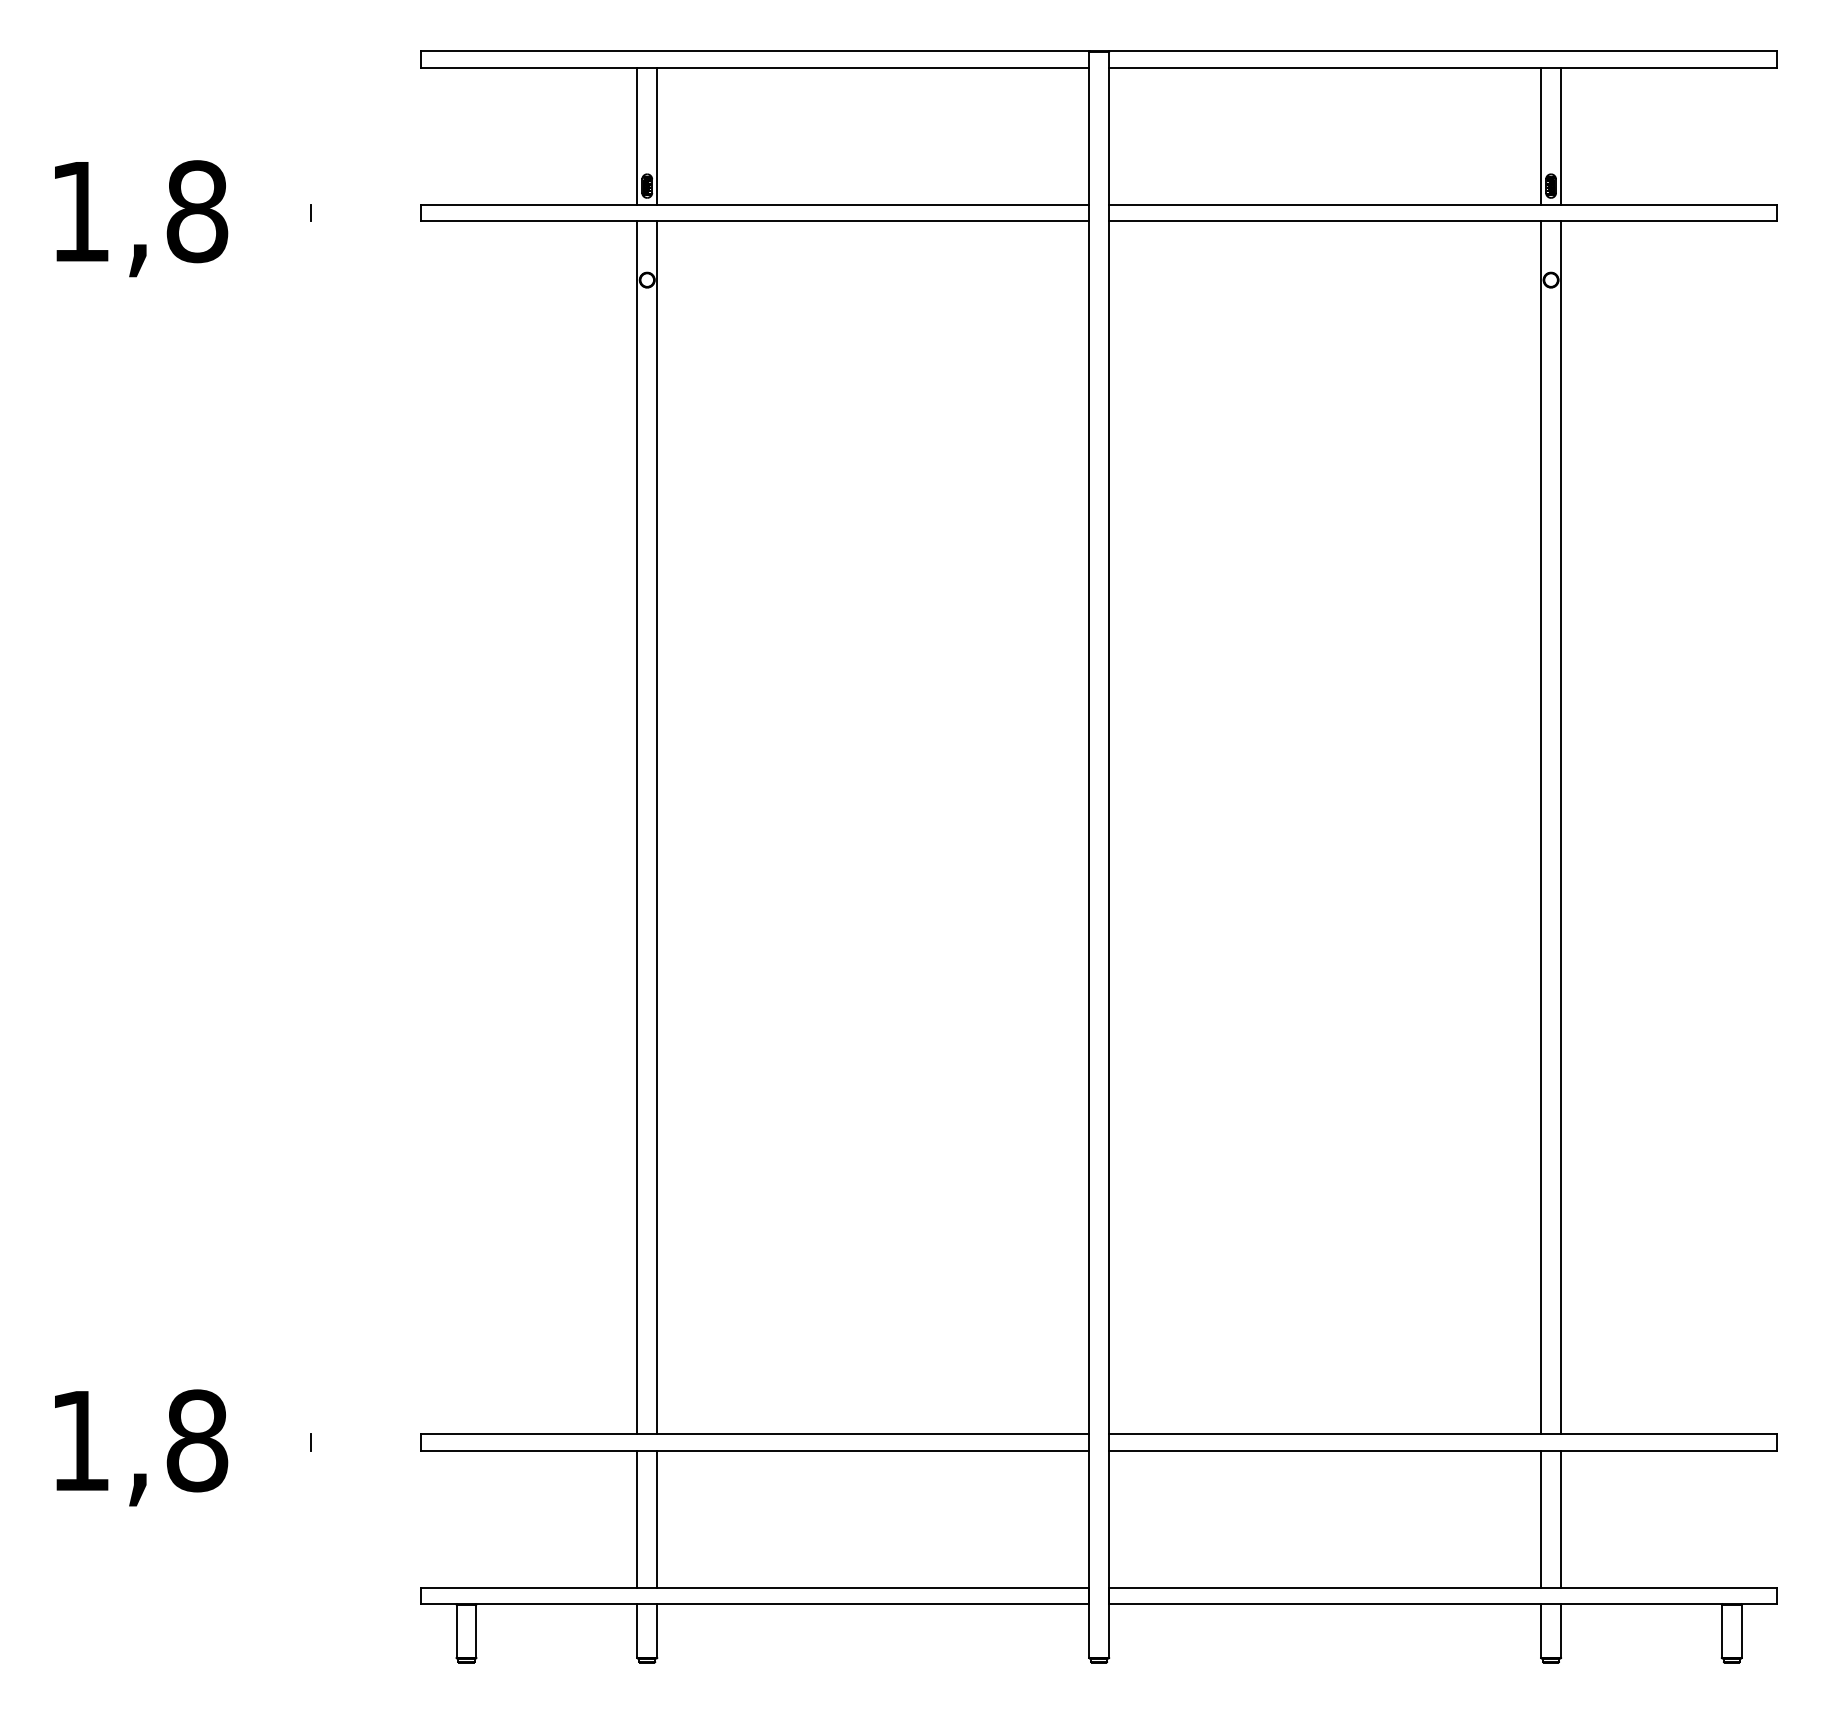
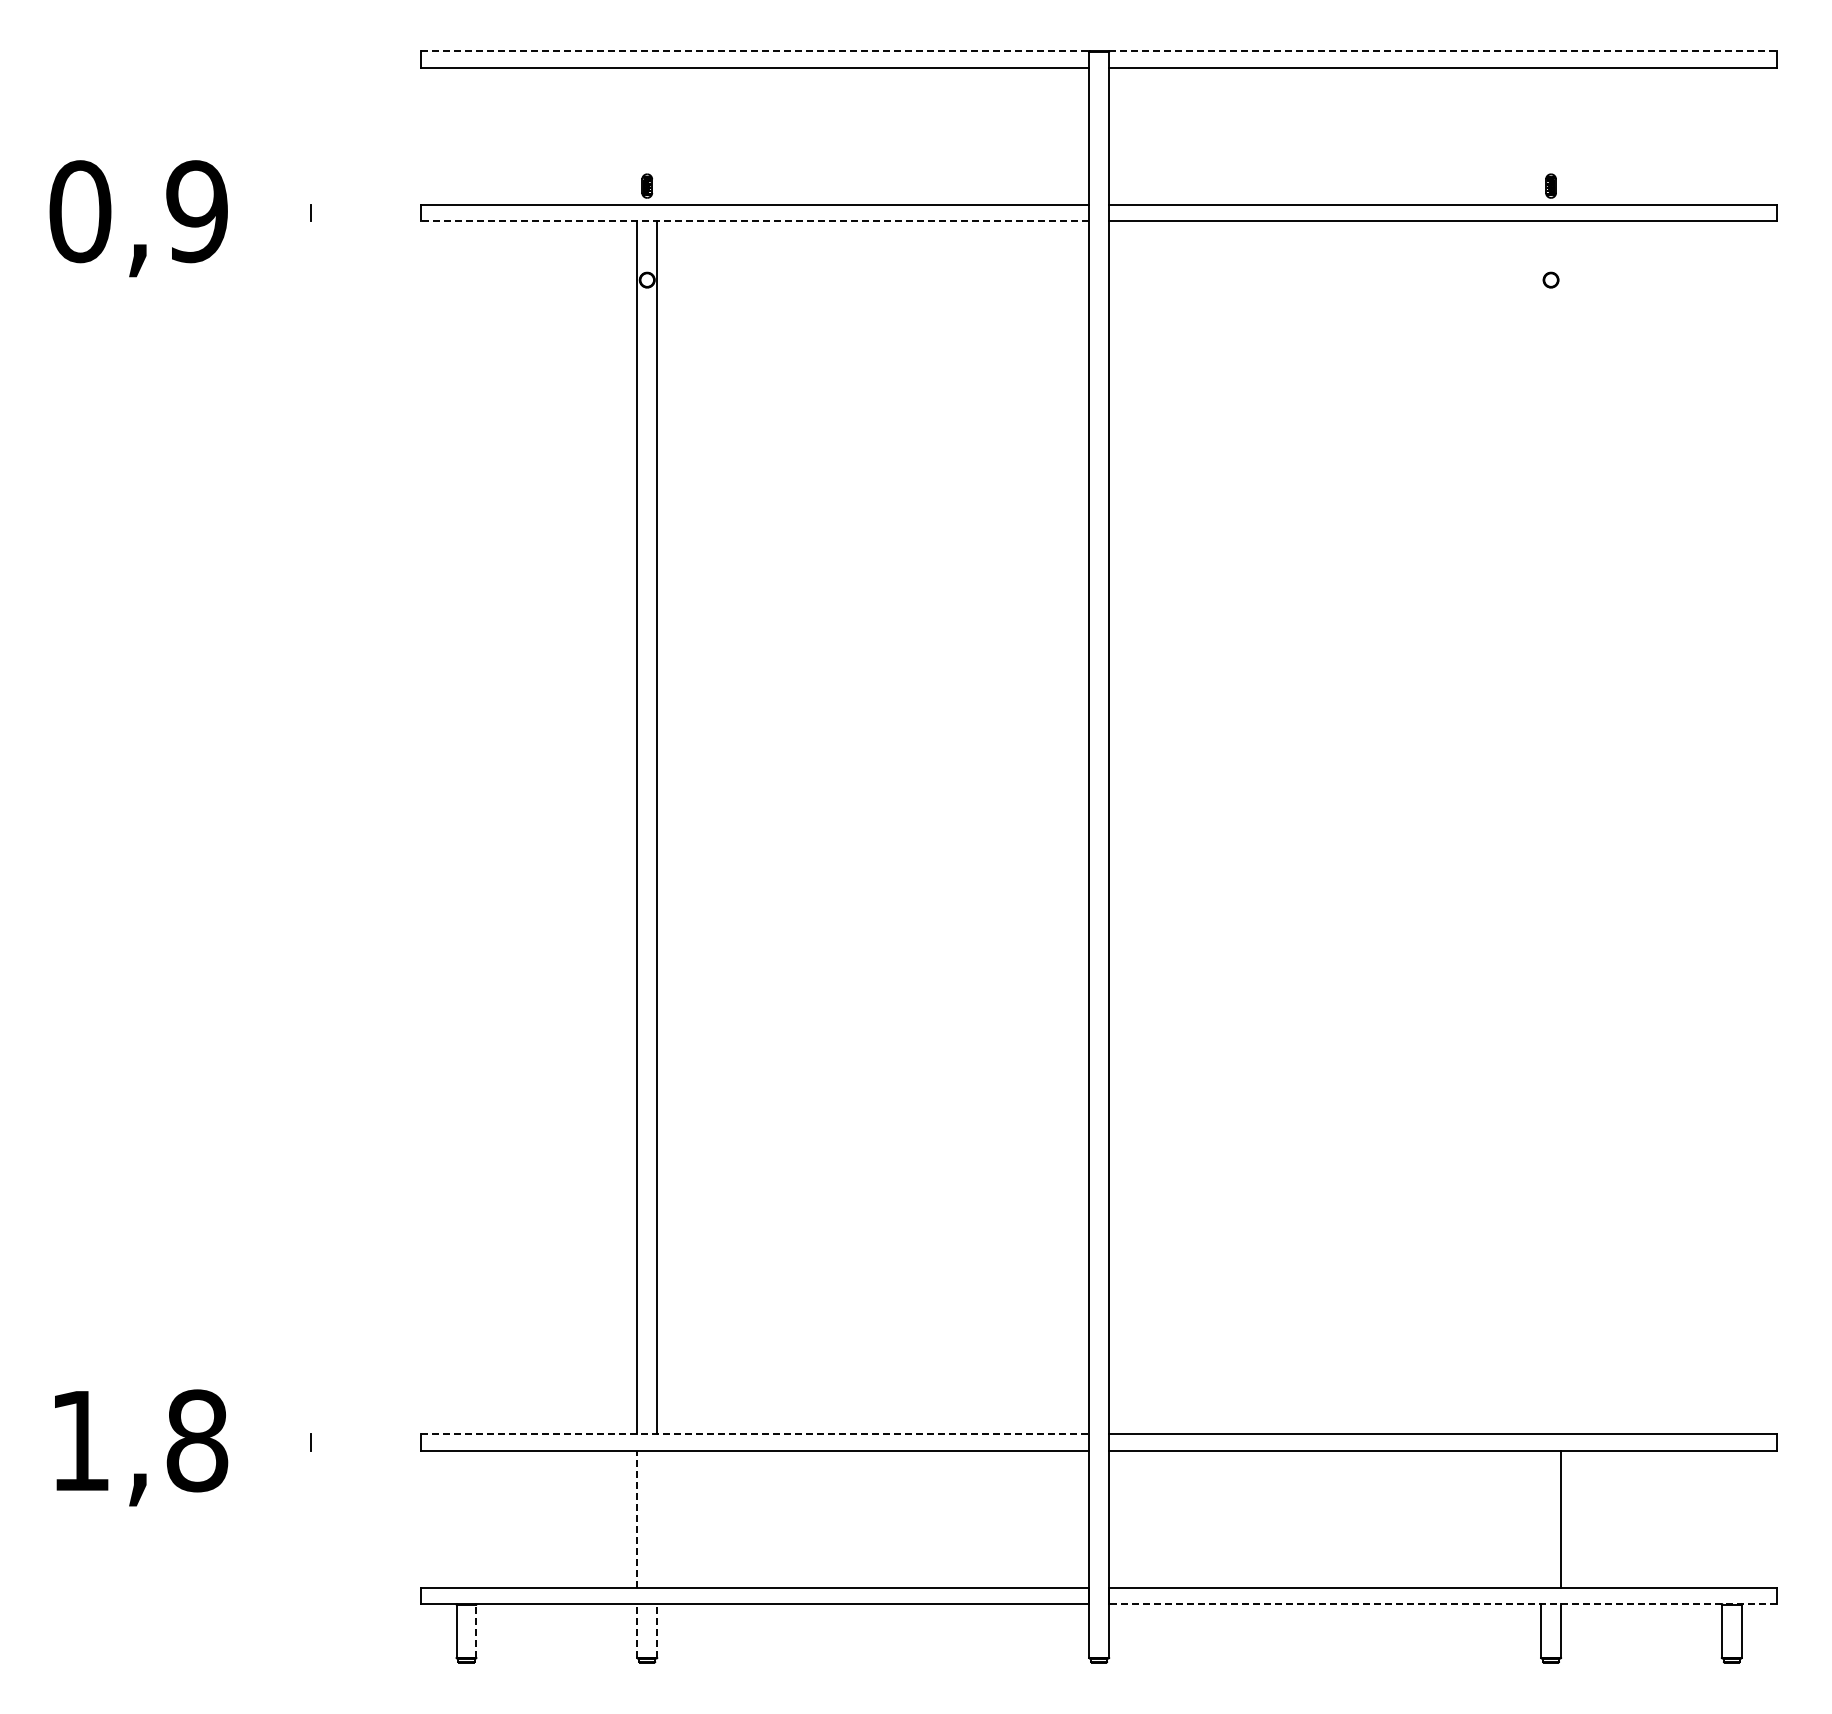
line at (755, 51): solid -> dashed
line at (1443, 51): solid -> dashed
line at (637, 136): present -> none
line at (657, 136): present -> none
line at (1541, 136): present -> none
line at (1561, 136): present -> none
text at (138, 211): 1,8 -> 0,9
line at (755, 221): solid -> dashed
line at (1541, 827): present -> none
line at (1561, 827): present -> none
line at (755, 1434): solid -> dashed
line at (657, 1518): present -> none
line at (1541, 1518): present -> none
line at (637, 1519): solid -> dashed
line at (1443, 1604): solid -> dashed
line at (476, 1631): solid -> dashed
line at (637, 1631): solid -> dashed
line at (657, 1631): solid -> dashed
